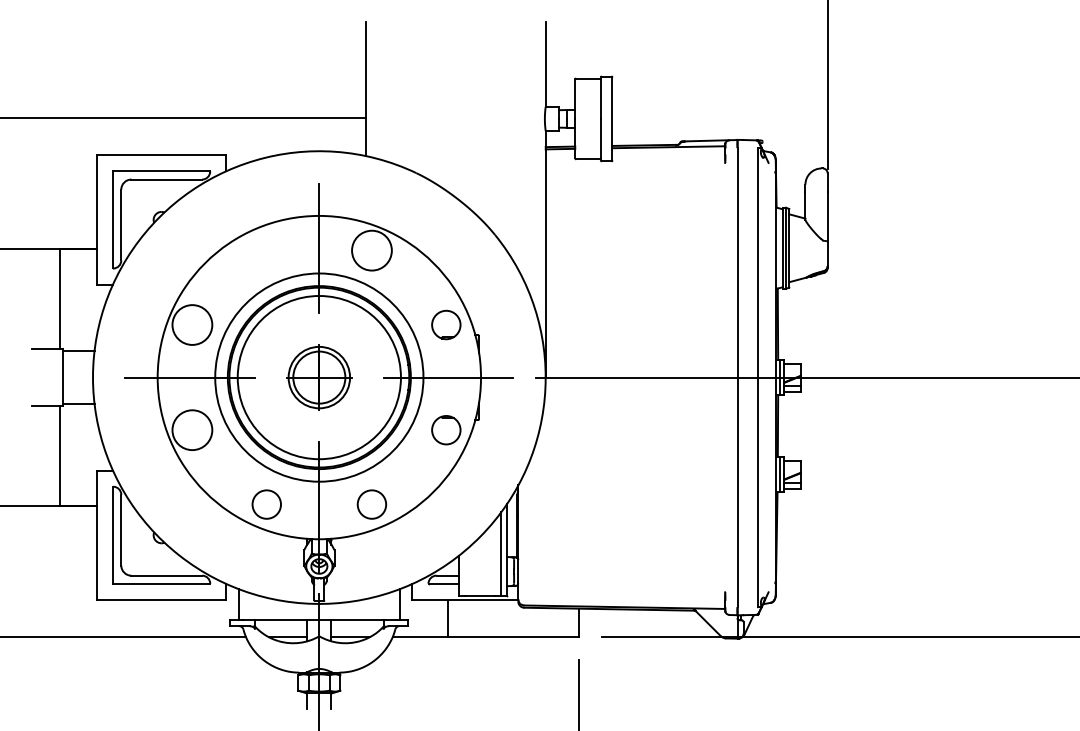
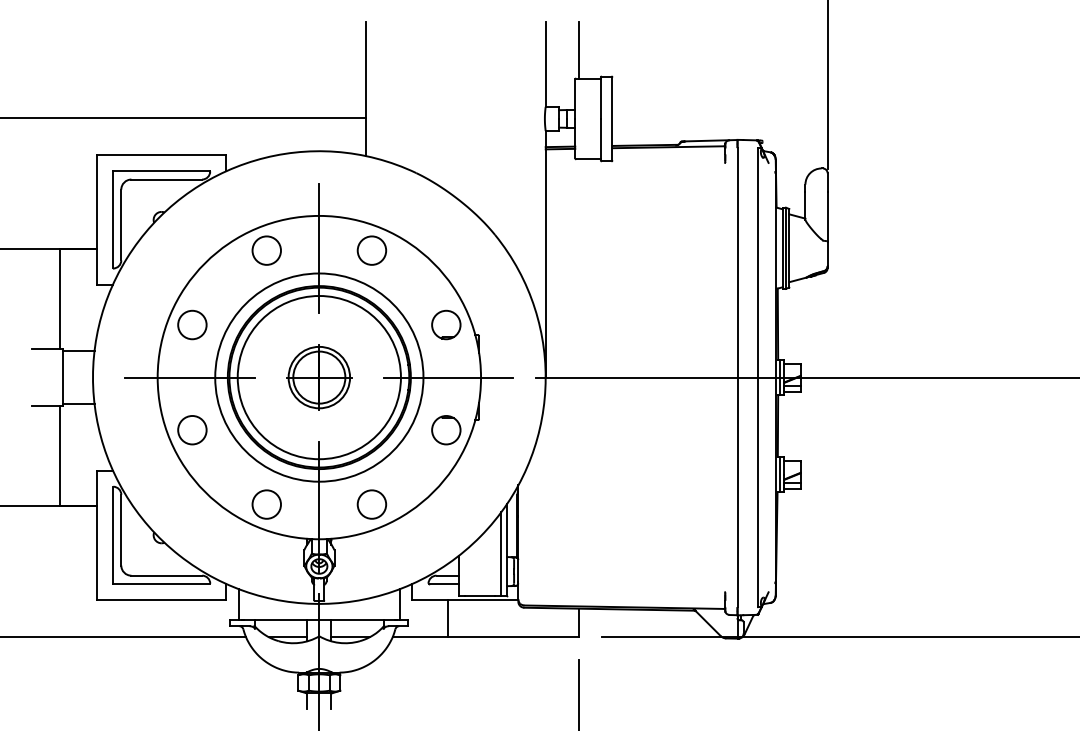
line at (579, 49): none -> present
circle at (266, 250): none -> present
circle at (371, 250) diameter: 40 px -> 28 px
circle at (192, 324) diameter: 40 px -> 28 px
circle at (192, 430) diameter: 40 px -> 28 px
